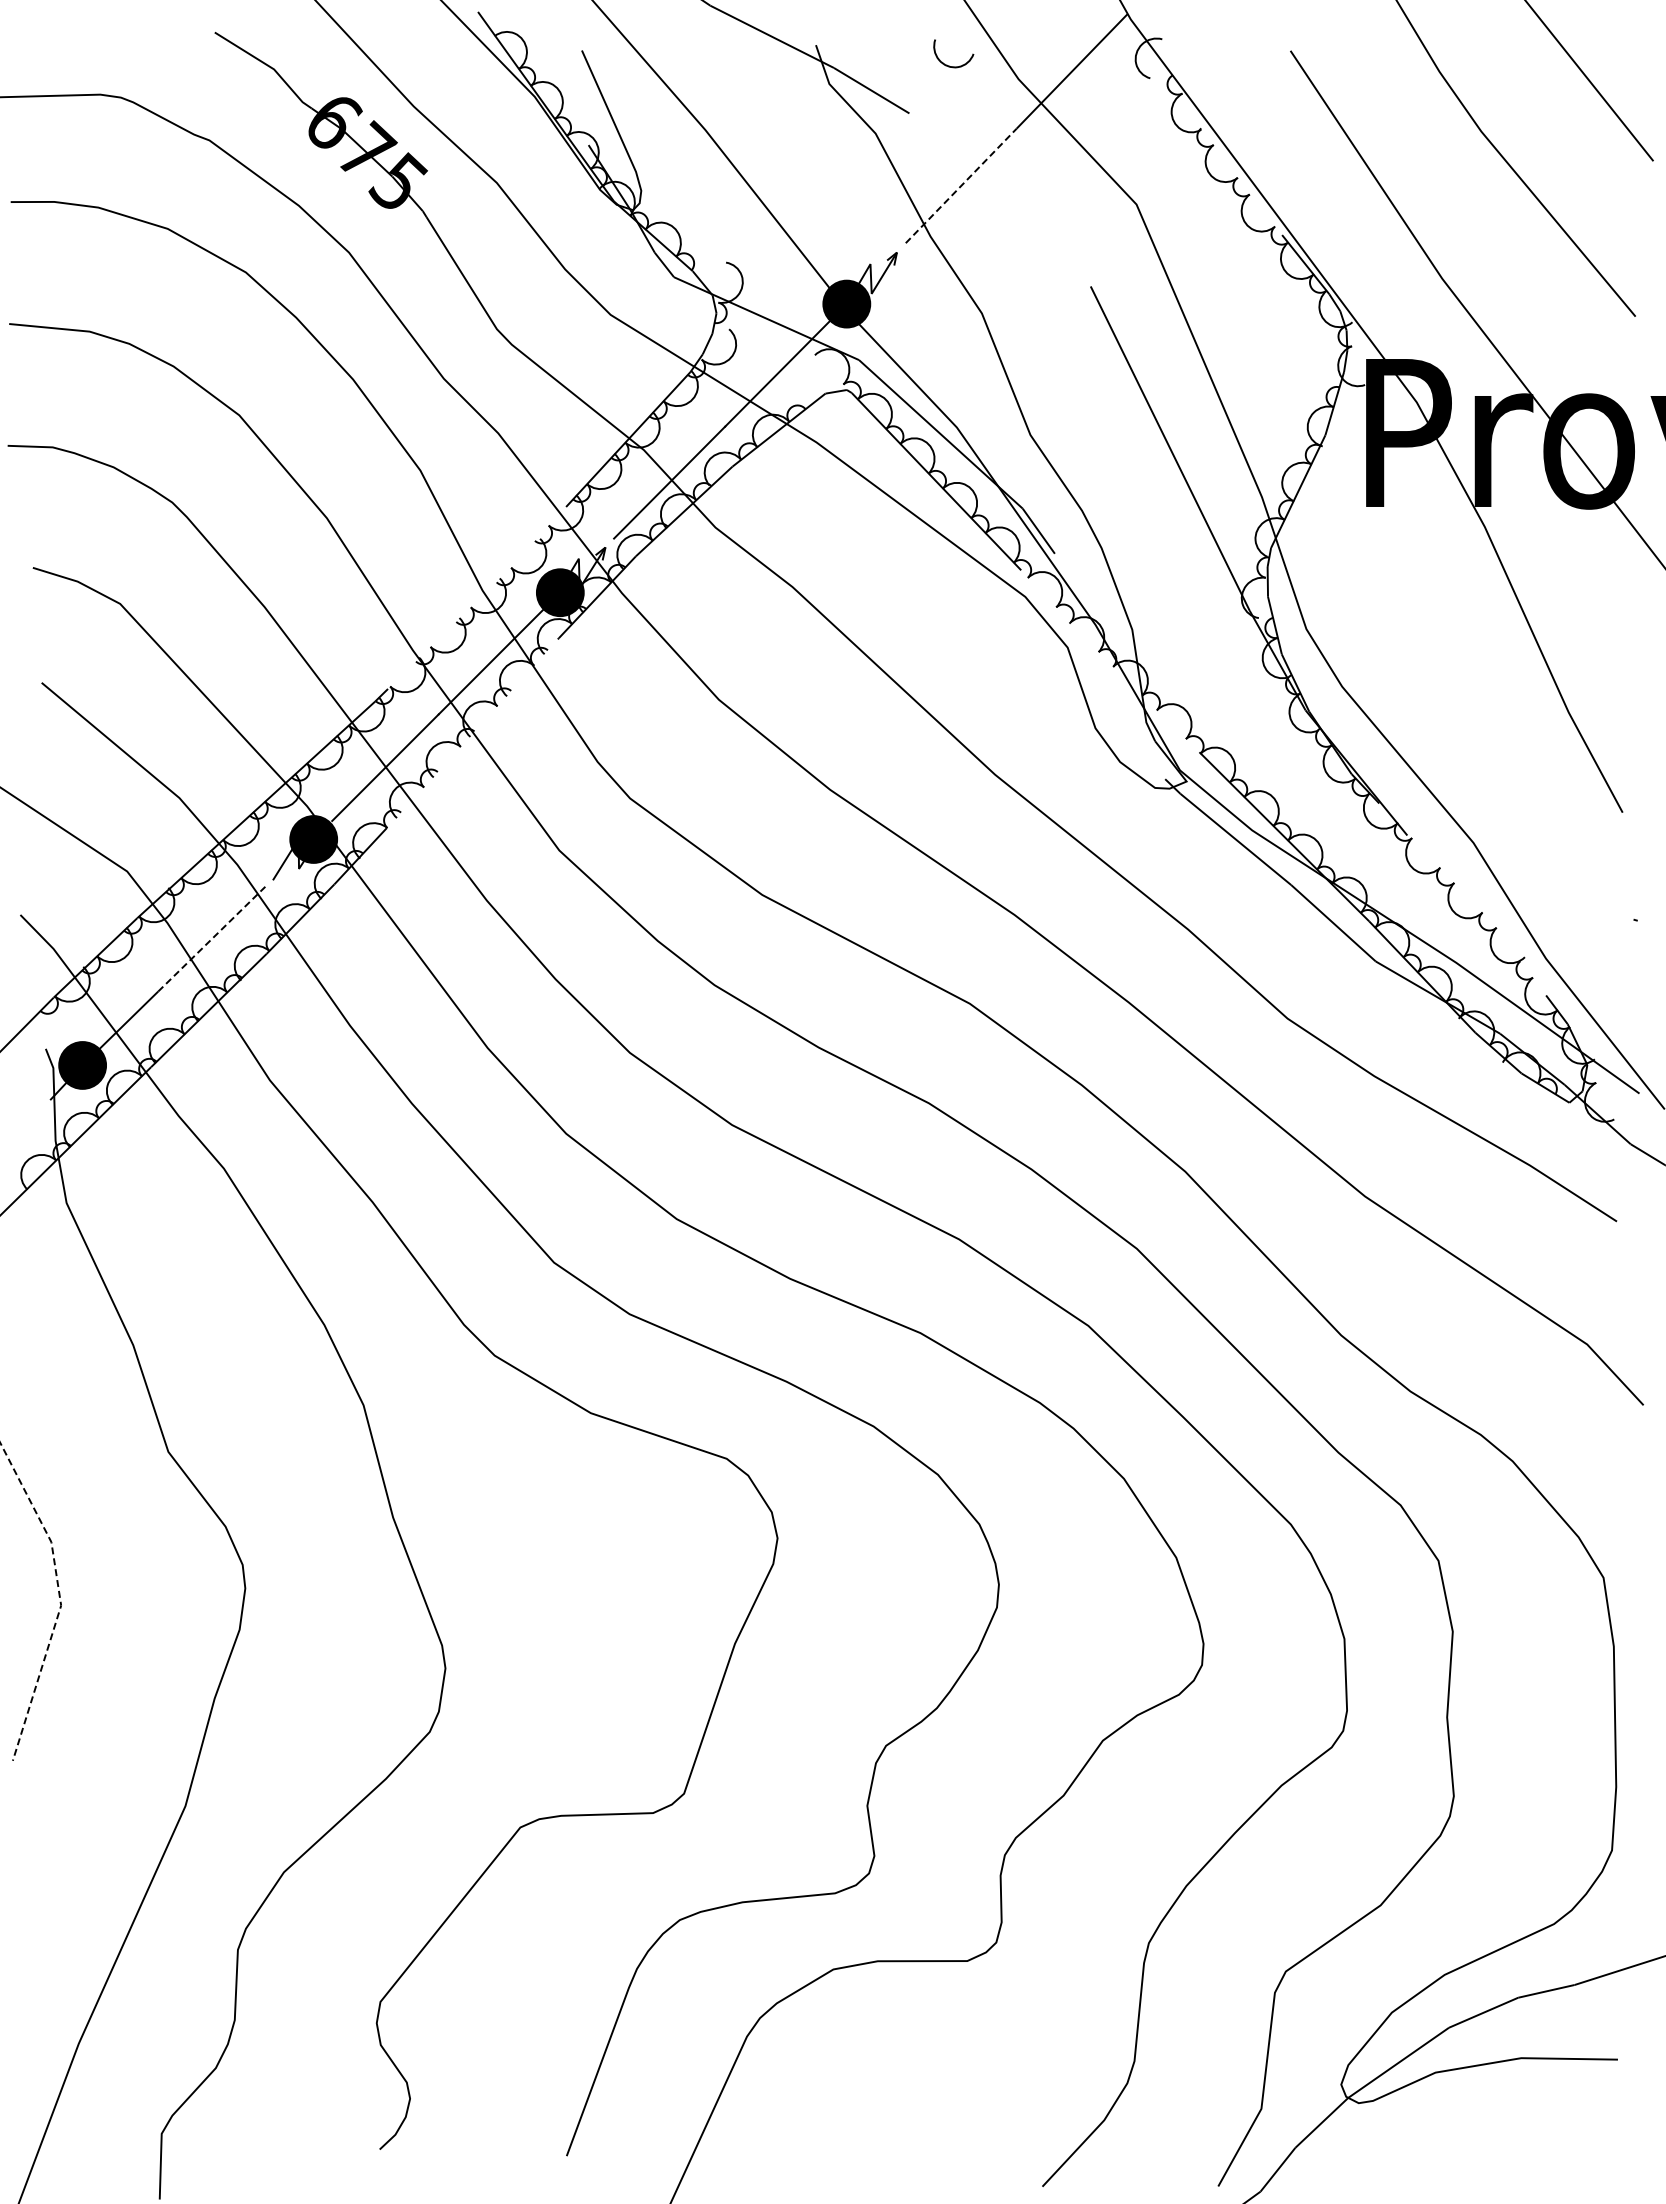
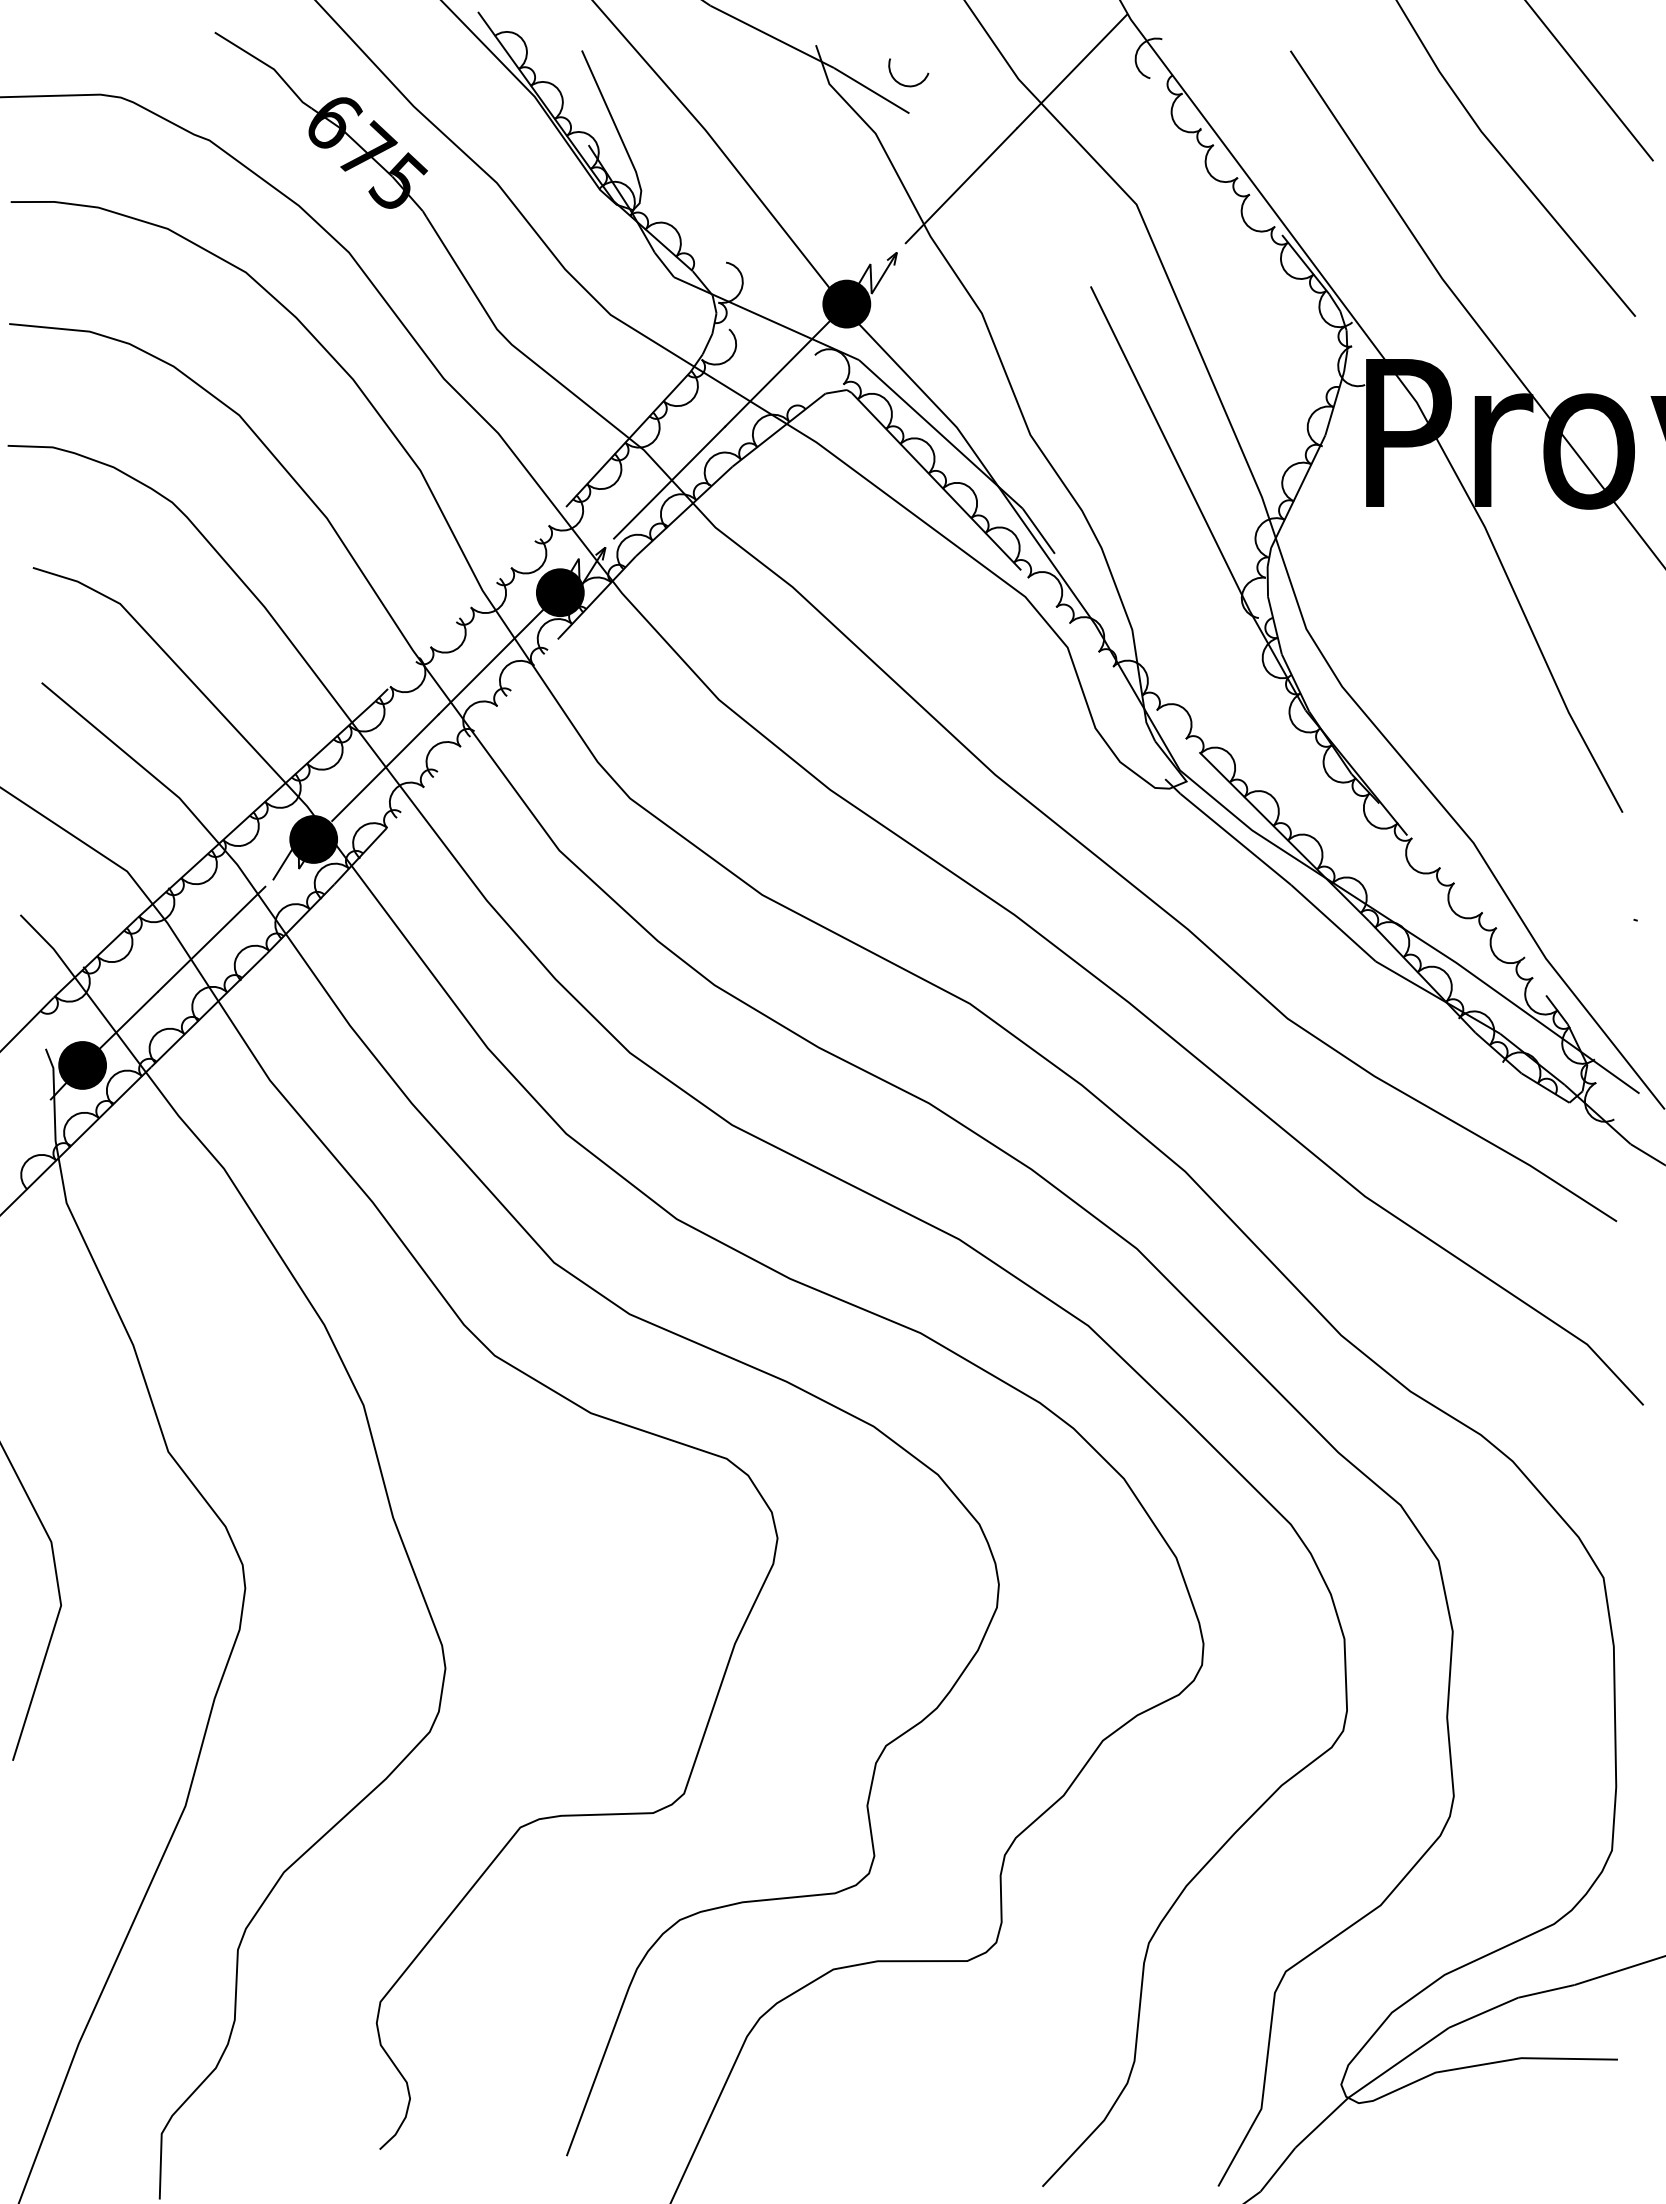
arc at (947, 64) position: (947, 64) -> (902, 83)
line at (961, 185): dashed -> solid
line at (211, 939): dashed -> solid
line at (60, 1598): dashed -> solid
